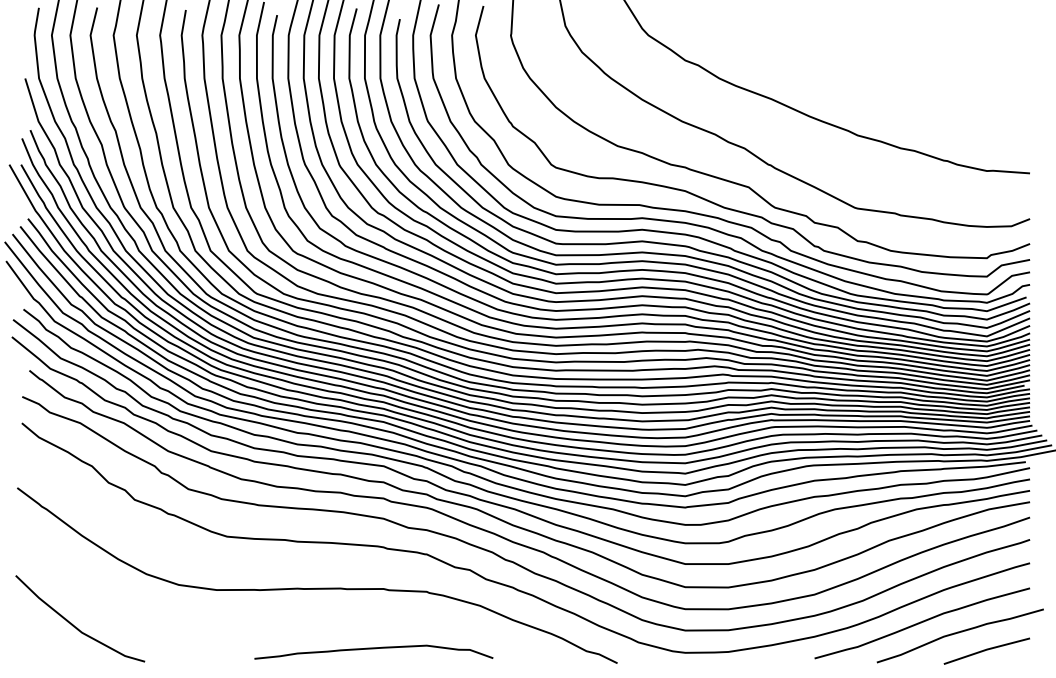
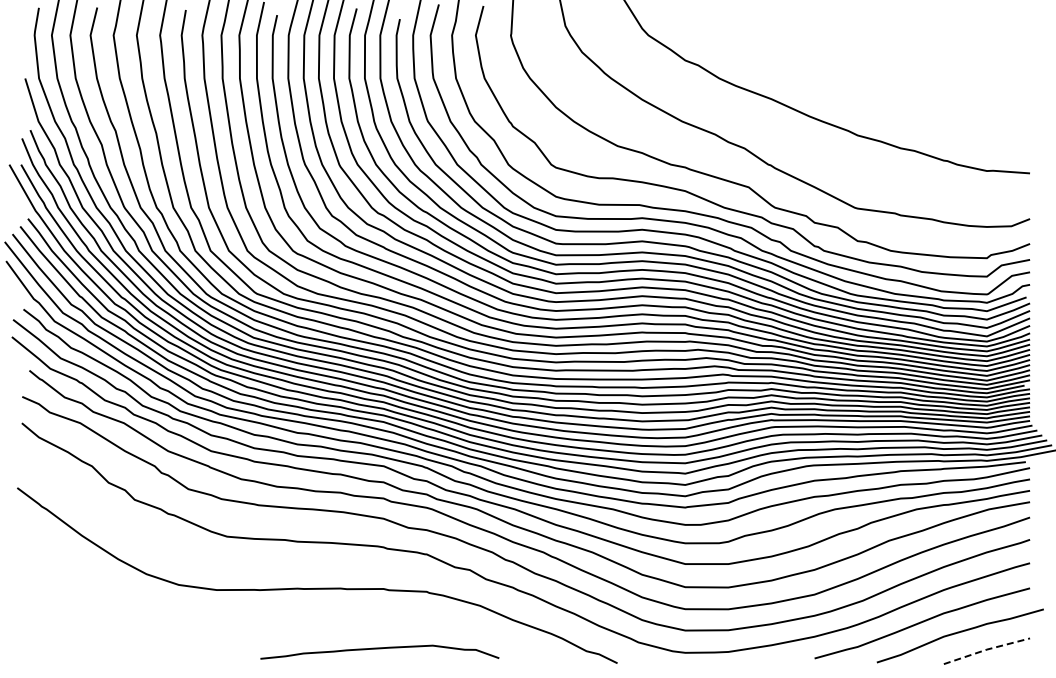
line at (73, 624): present -> none
curve at (373, 649) position: (373, 649) -> (379, 649)
line at (986, 649): solid -> dashed
